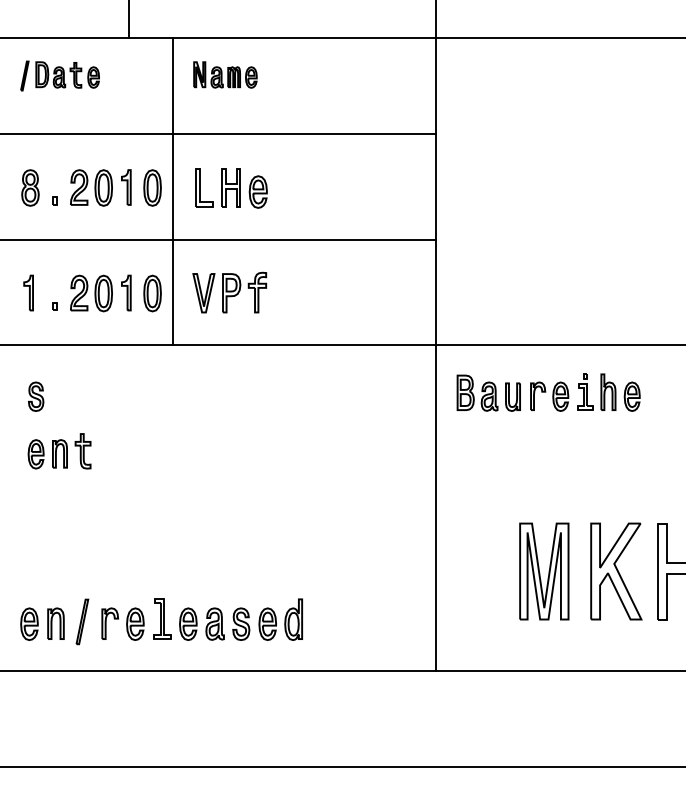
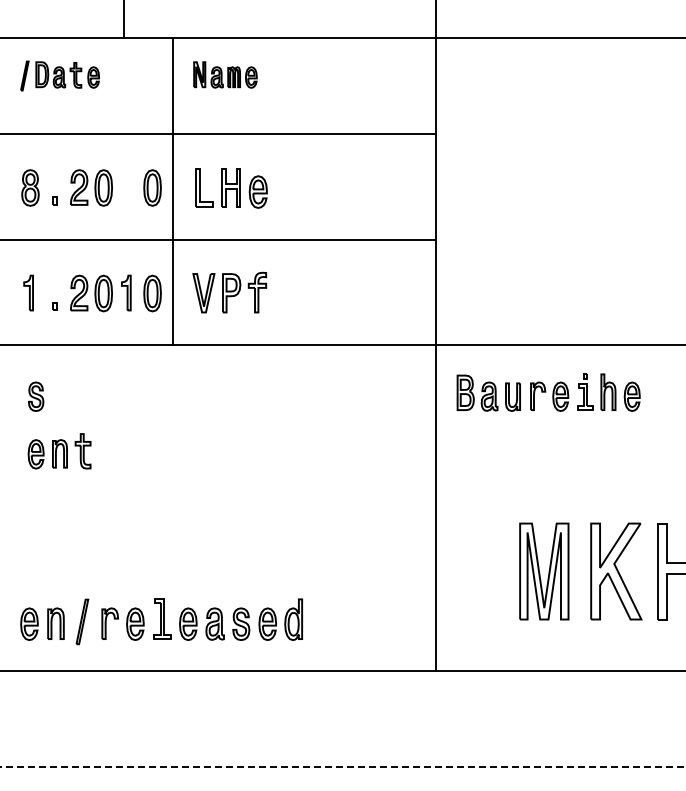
line at (129, 20) position: (129, 20) -> (124, 20)
part at (126, 187): present -> none
line at (343, 767): solid -> dashed
